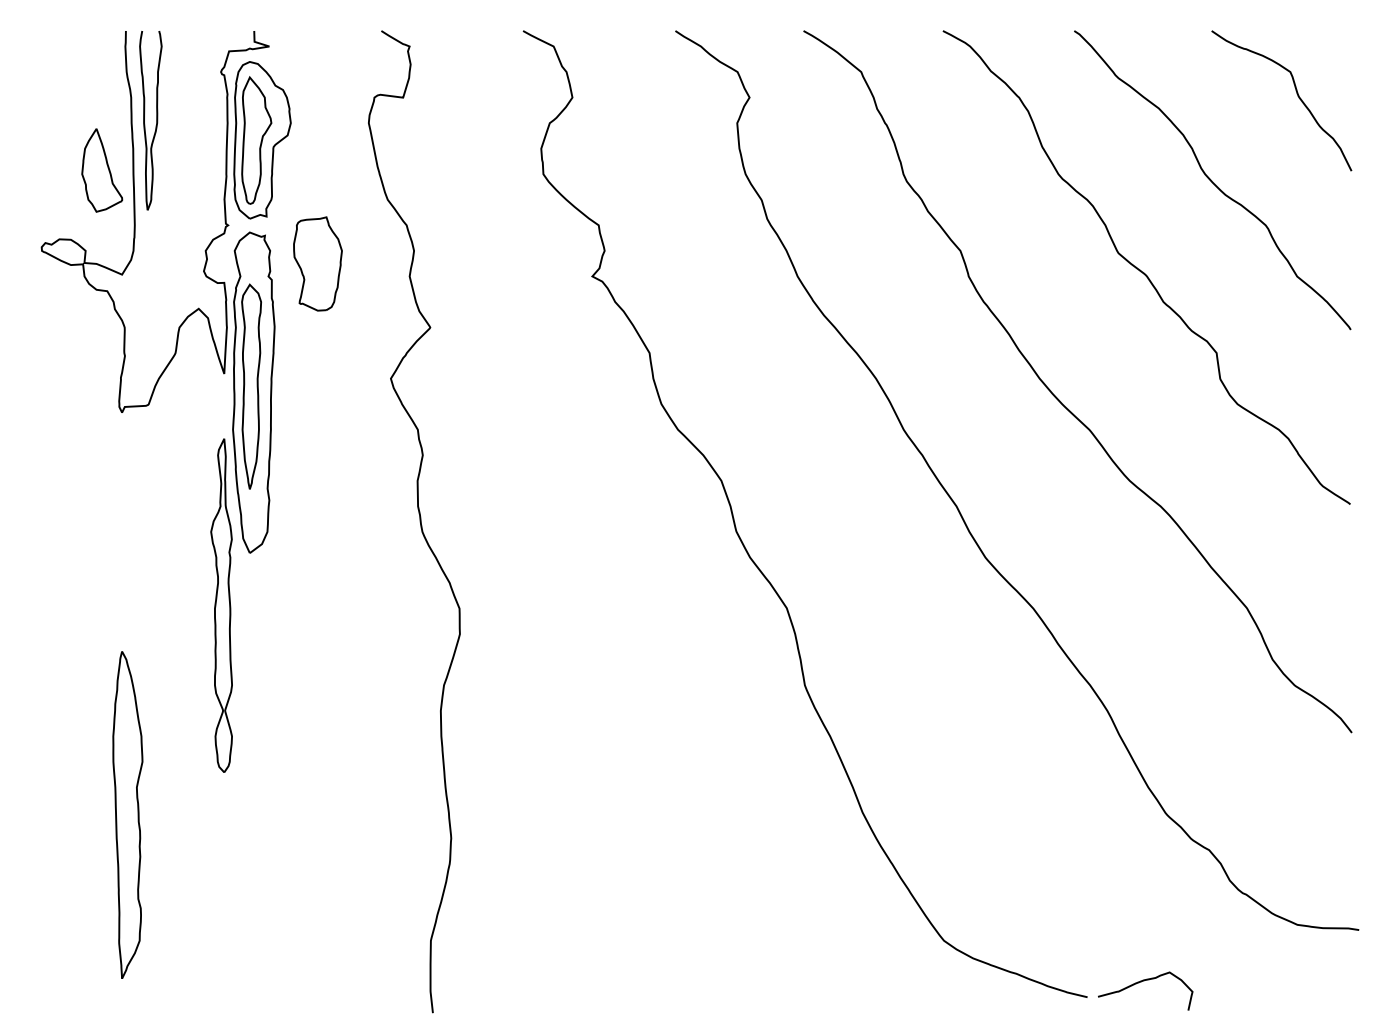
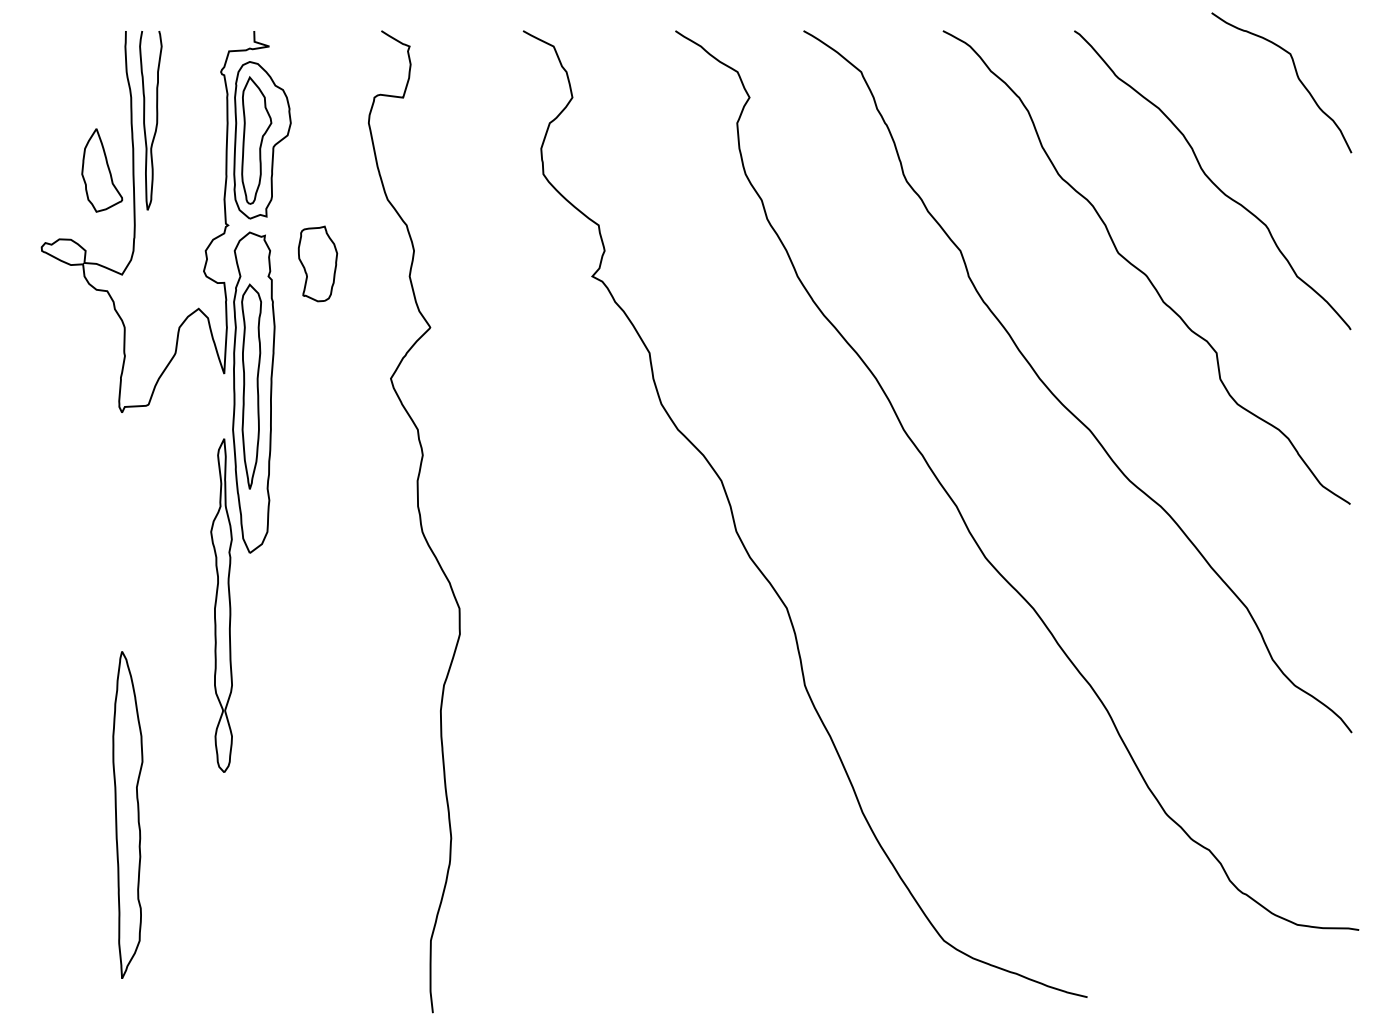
curve at (1297, 96) position: (1297, 96) -> (1297, 78)
part at (317, 263) size: 50x96 px -> 42x78 px
curve at (1141, 982): present -> none
